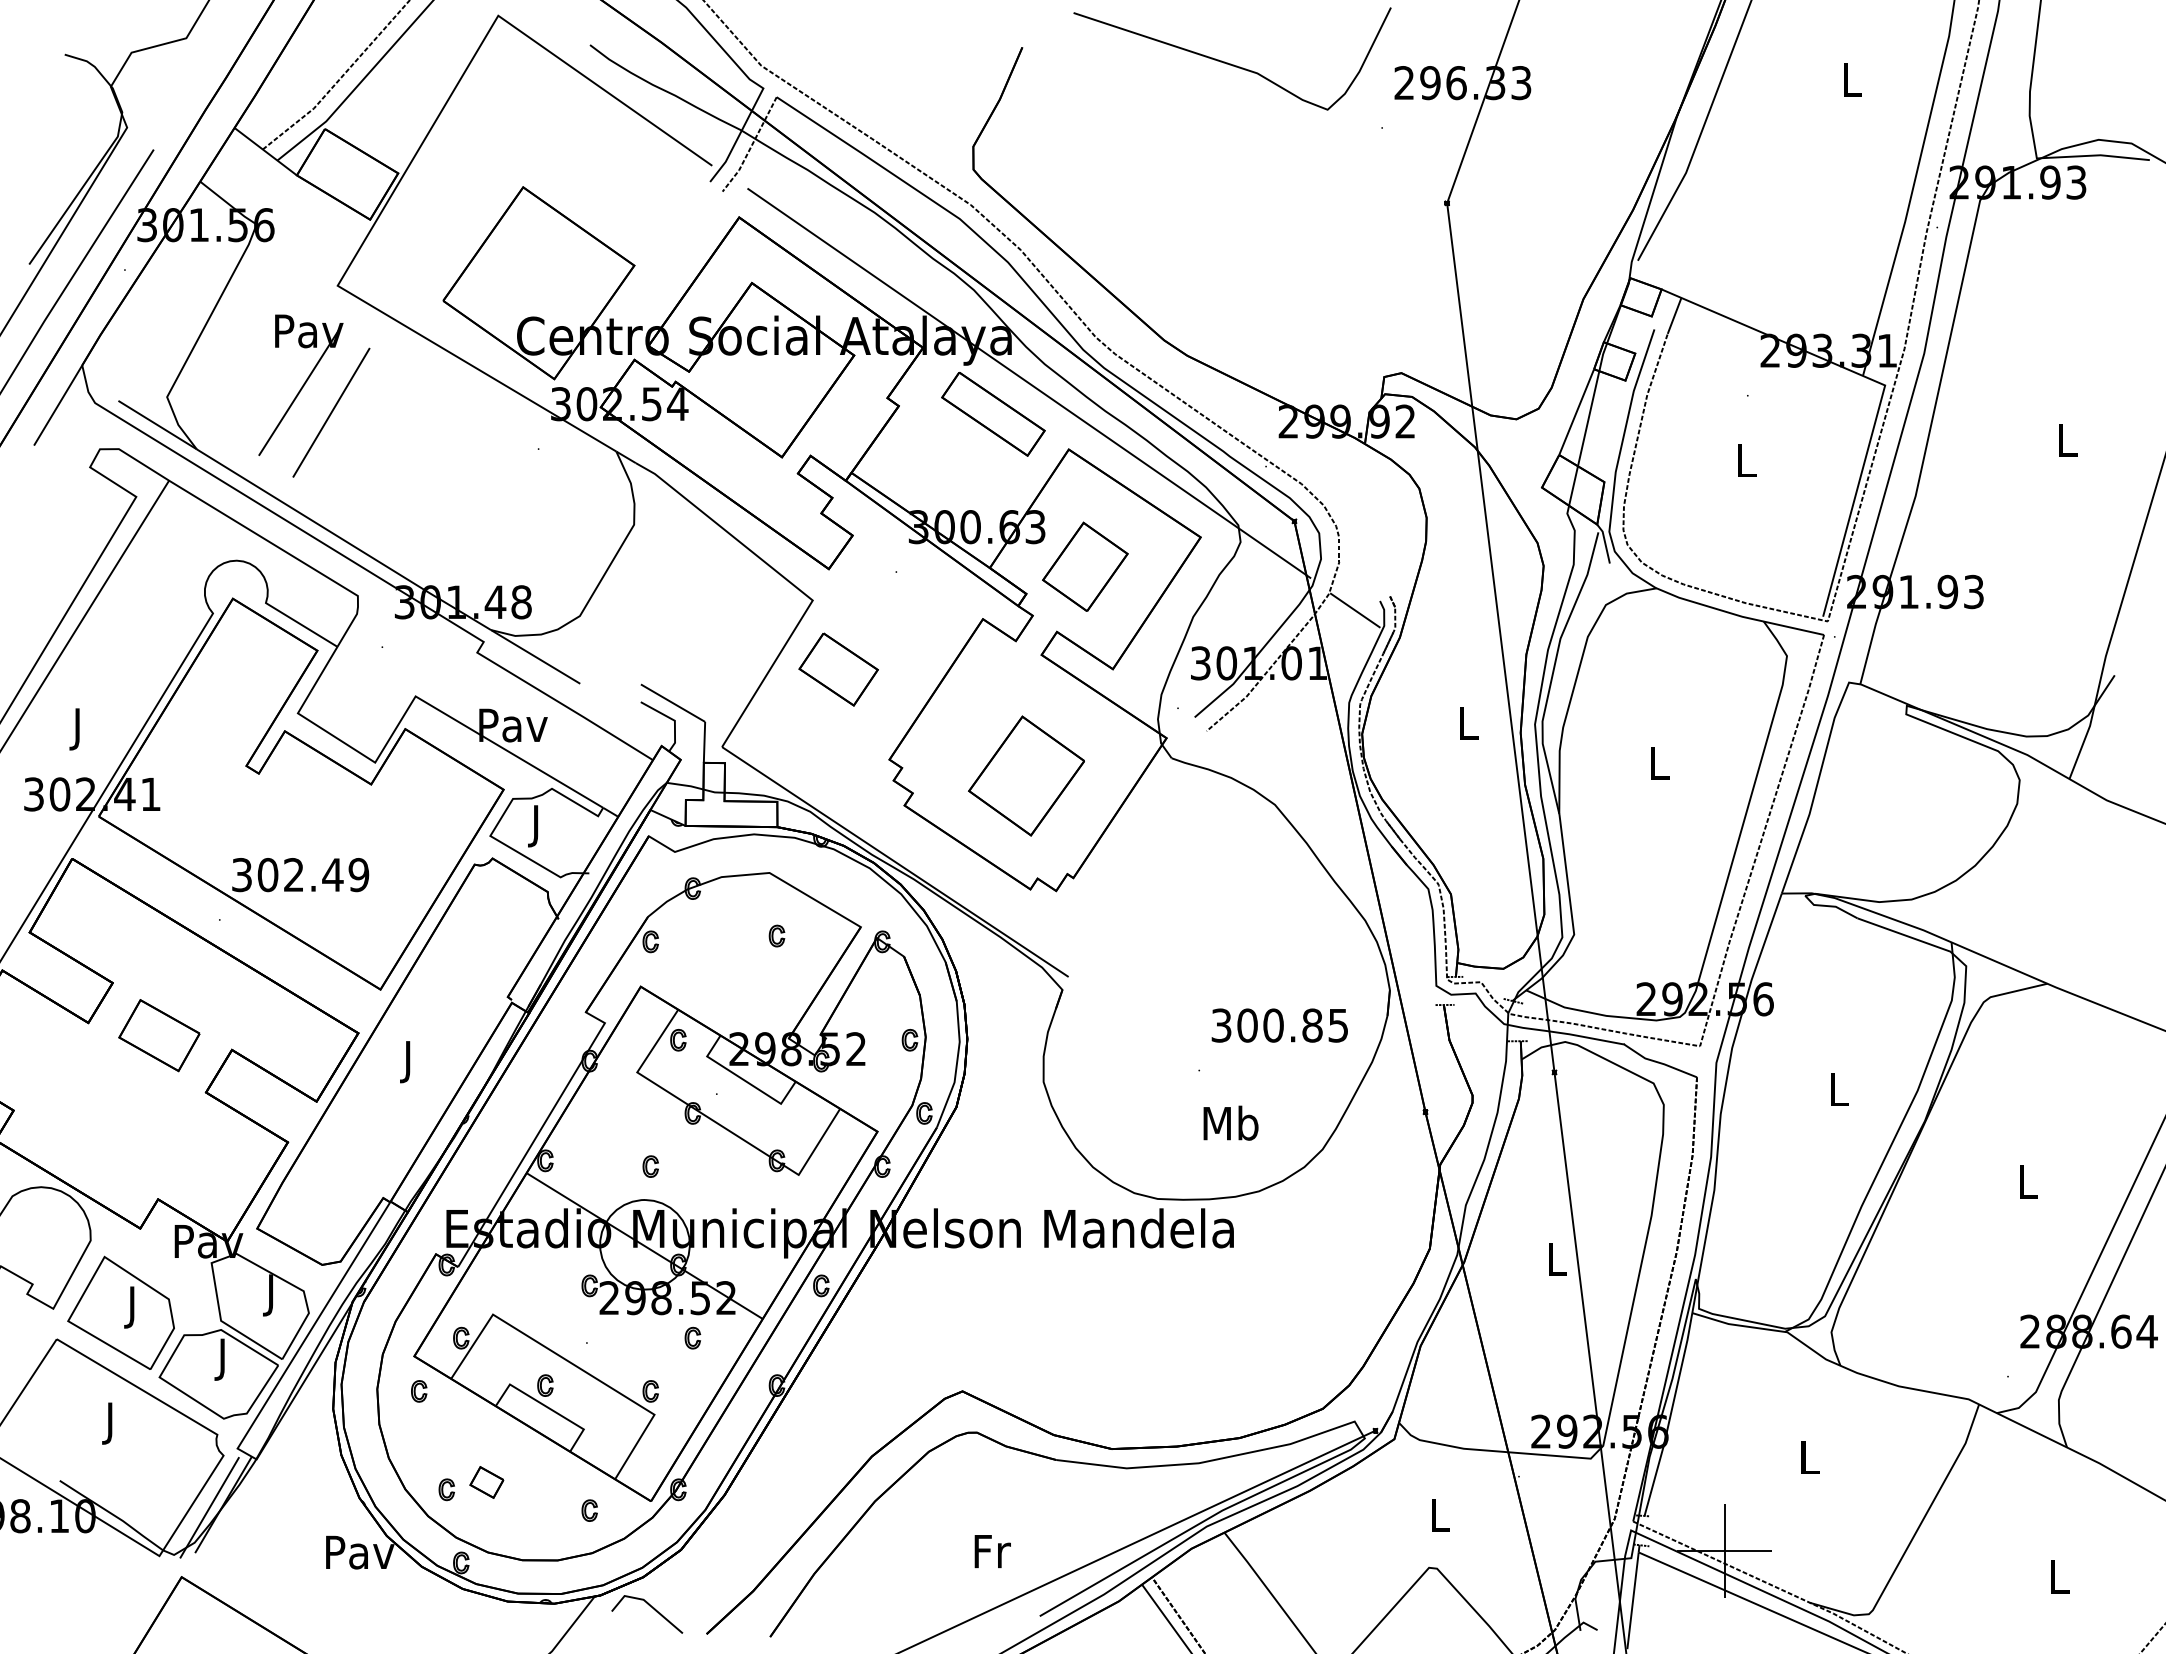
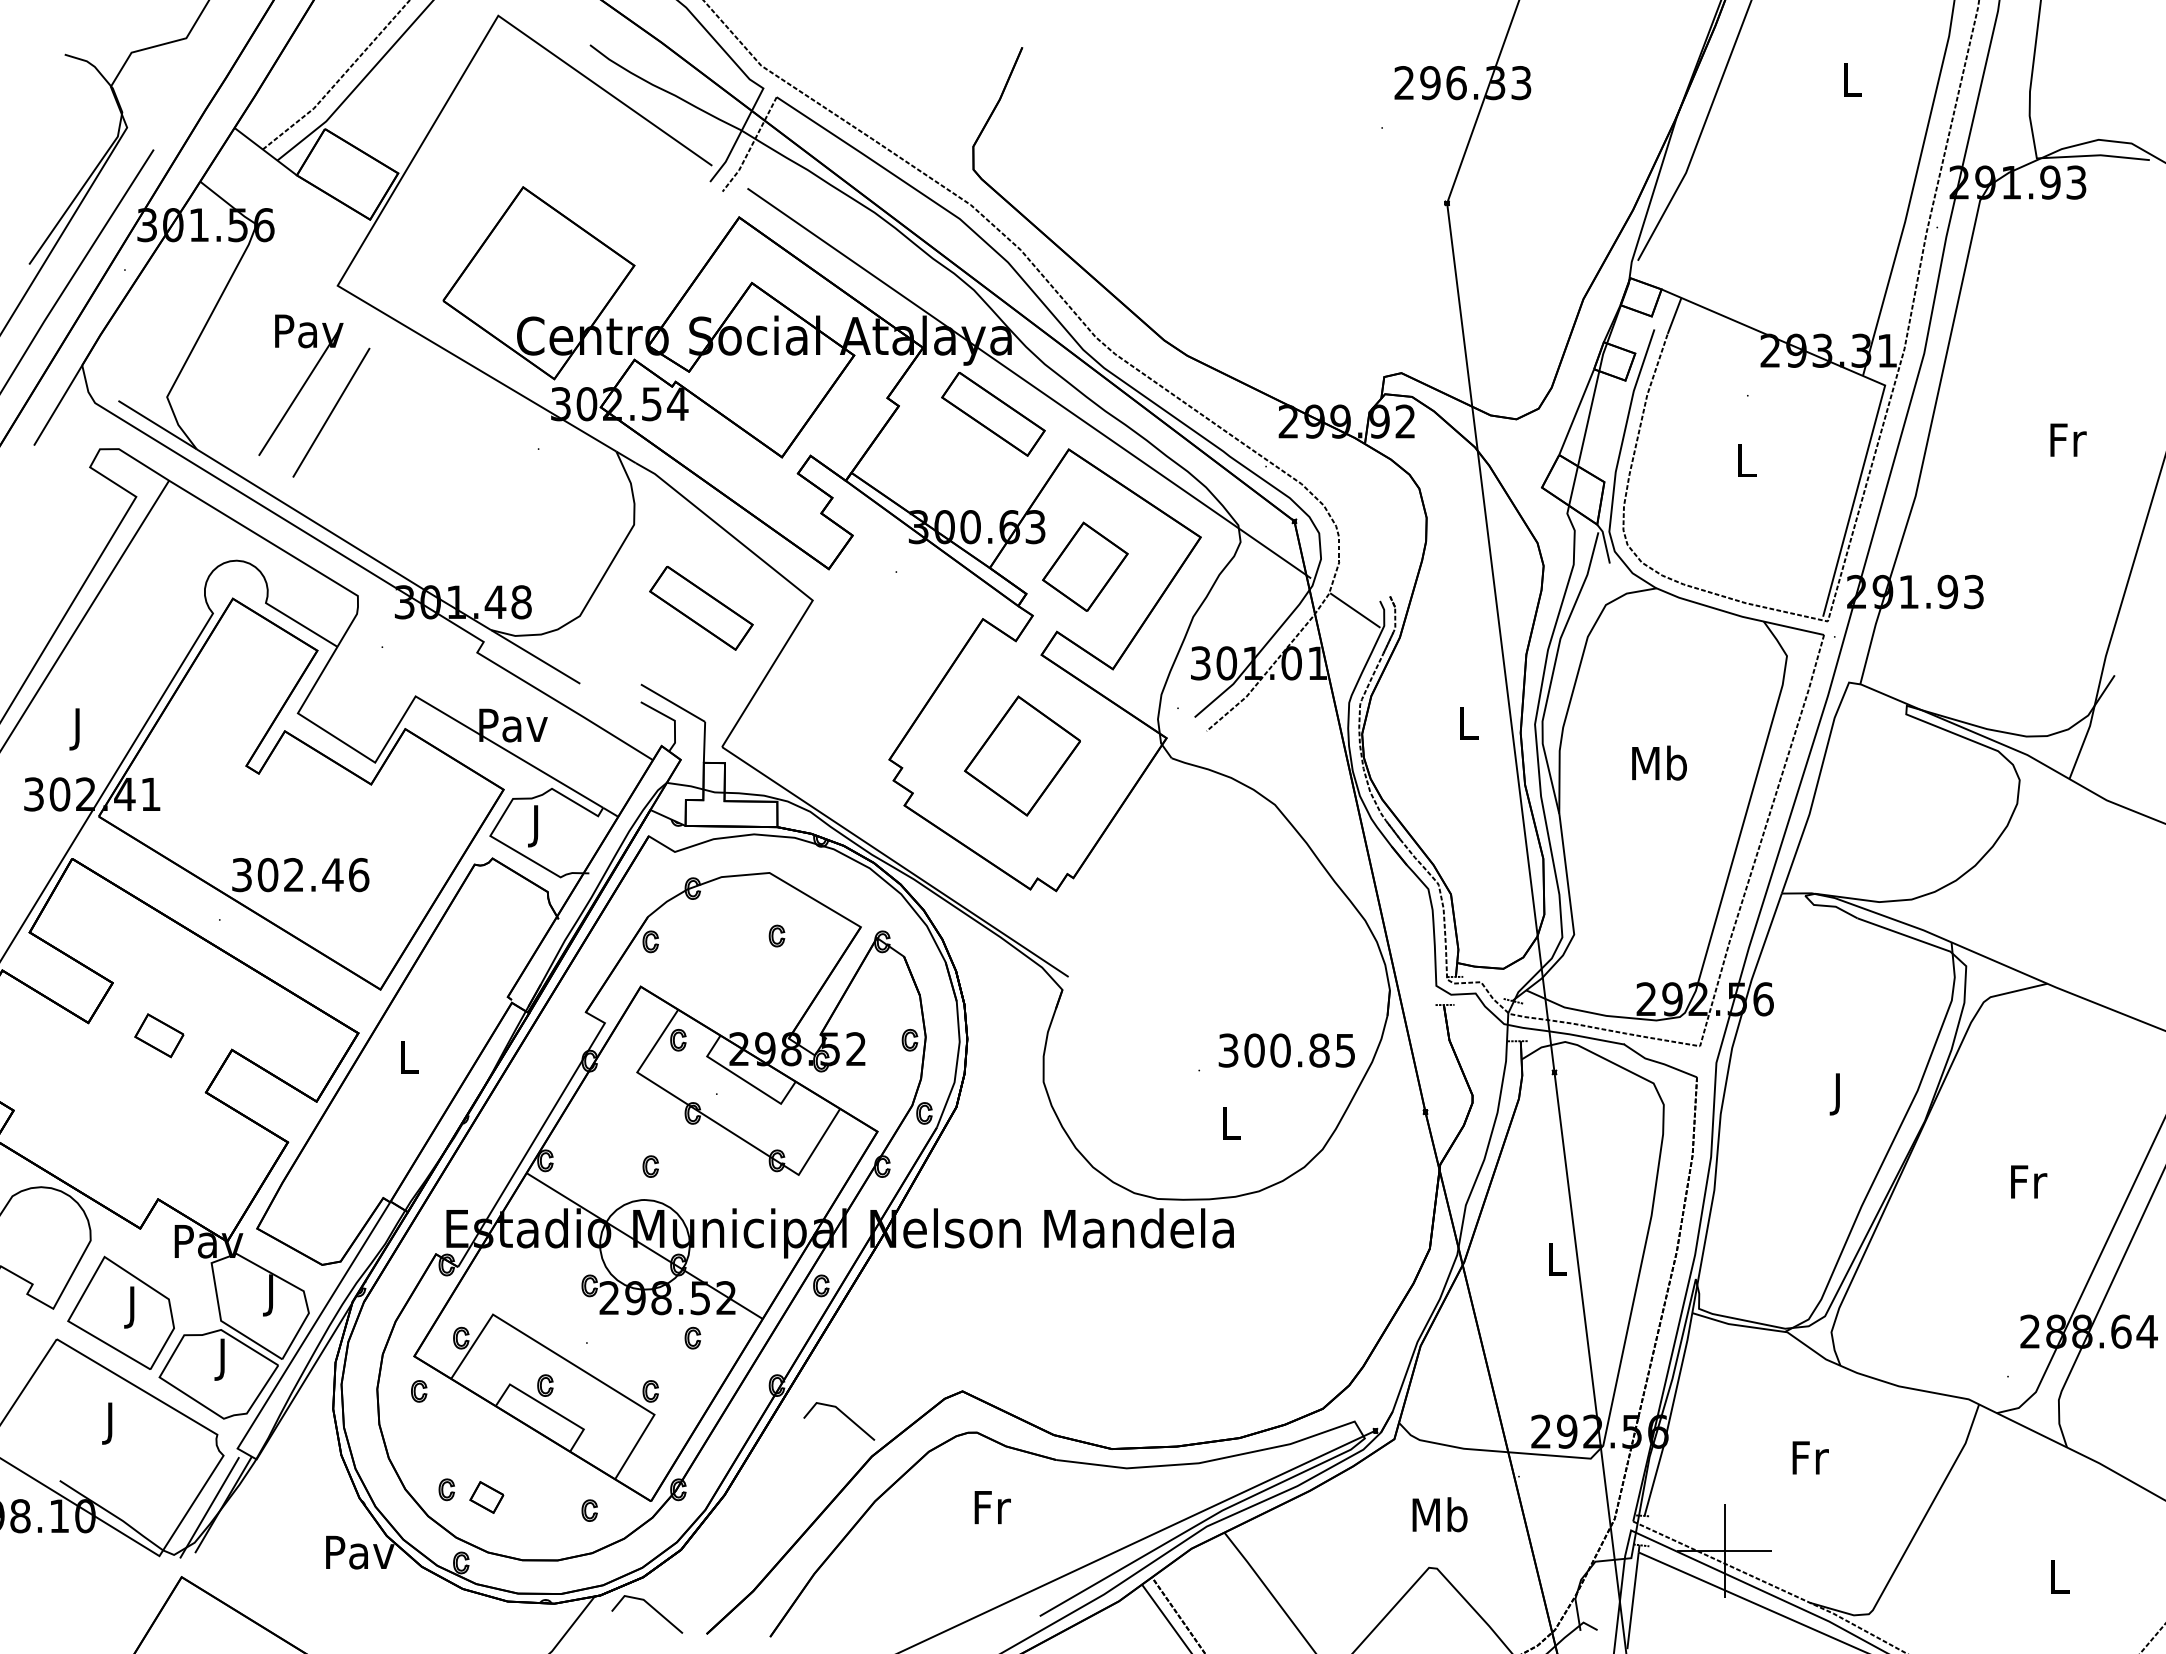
curve at (1231, 63): present -> none
text at (2068, 439): L -> Fr
part at (701, 608): none -> present
part at (838, 669): present -> none
text at (1659, 762): L -> Mb
part at (1026, 775) position: (1026, 775) -> (1022, 755)
text at (358, 875): 302.49 -> 302.46
text at (1279, 1025) position: (1279, 1025) -> (1286, 1050)
part at (159, 1035) size: 83x74 px -> 51x46 px
text at (409, 1062): J -> L
text at (1838, 1094): L -> J
text at (1230, 1122): Mb -> L
text at (2029, 1181): L -> Fr
line at (844, 1415): none -> present
text at (1810, 1457): L -> Fr
part at (486, 1482) position: (486, 1482) -> (486, 1497)
text at (1439, 1514): L -> Mb
text at (992, 1551) position: (992, 1551) -> (992, 1507)
